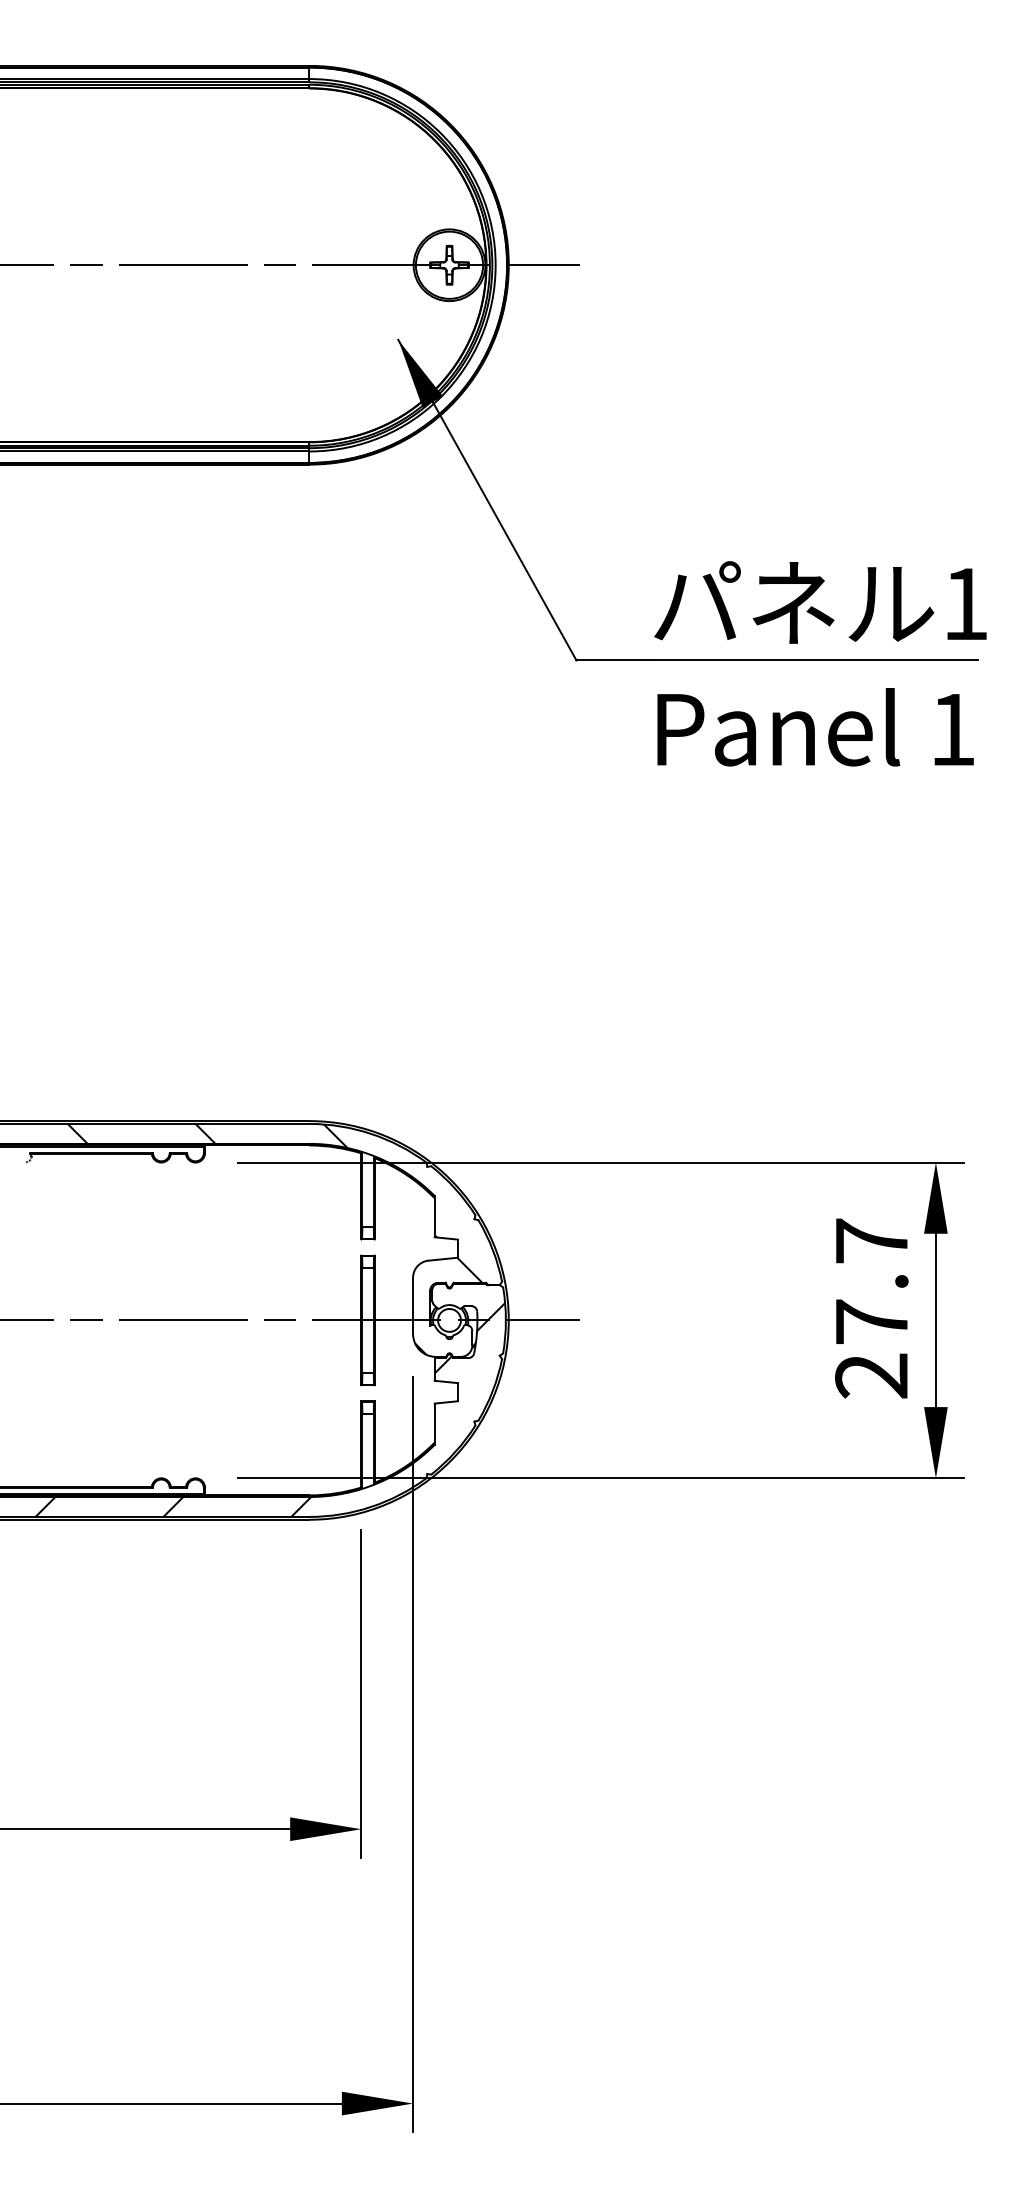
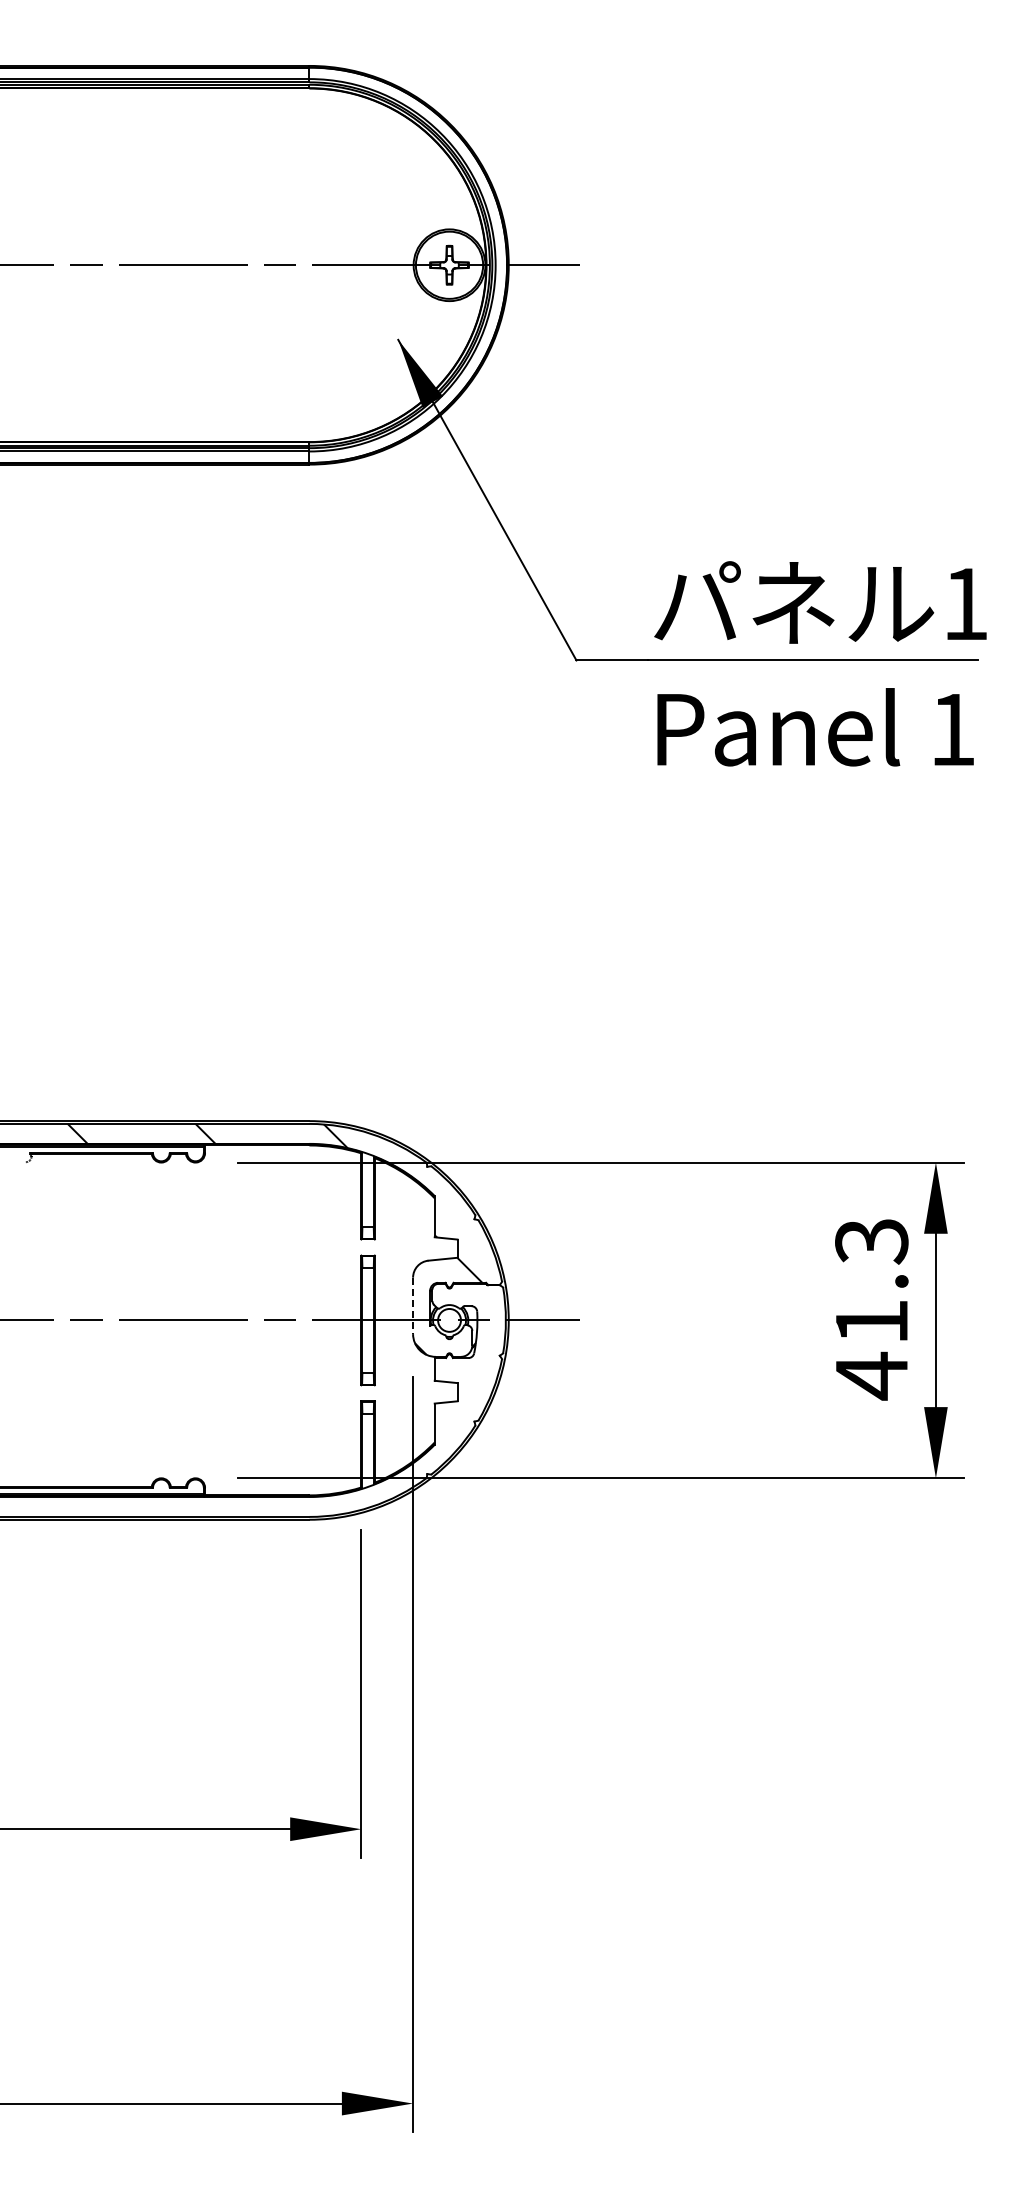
line at (413, 1306): solid -> dashed
text at (871, 1309): 27.7 -> 41.3
hatch at (270, 1409): present -> none
